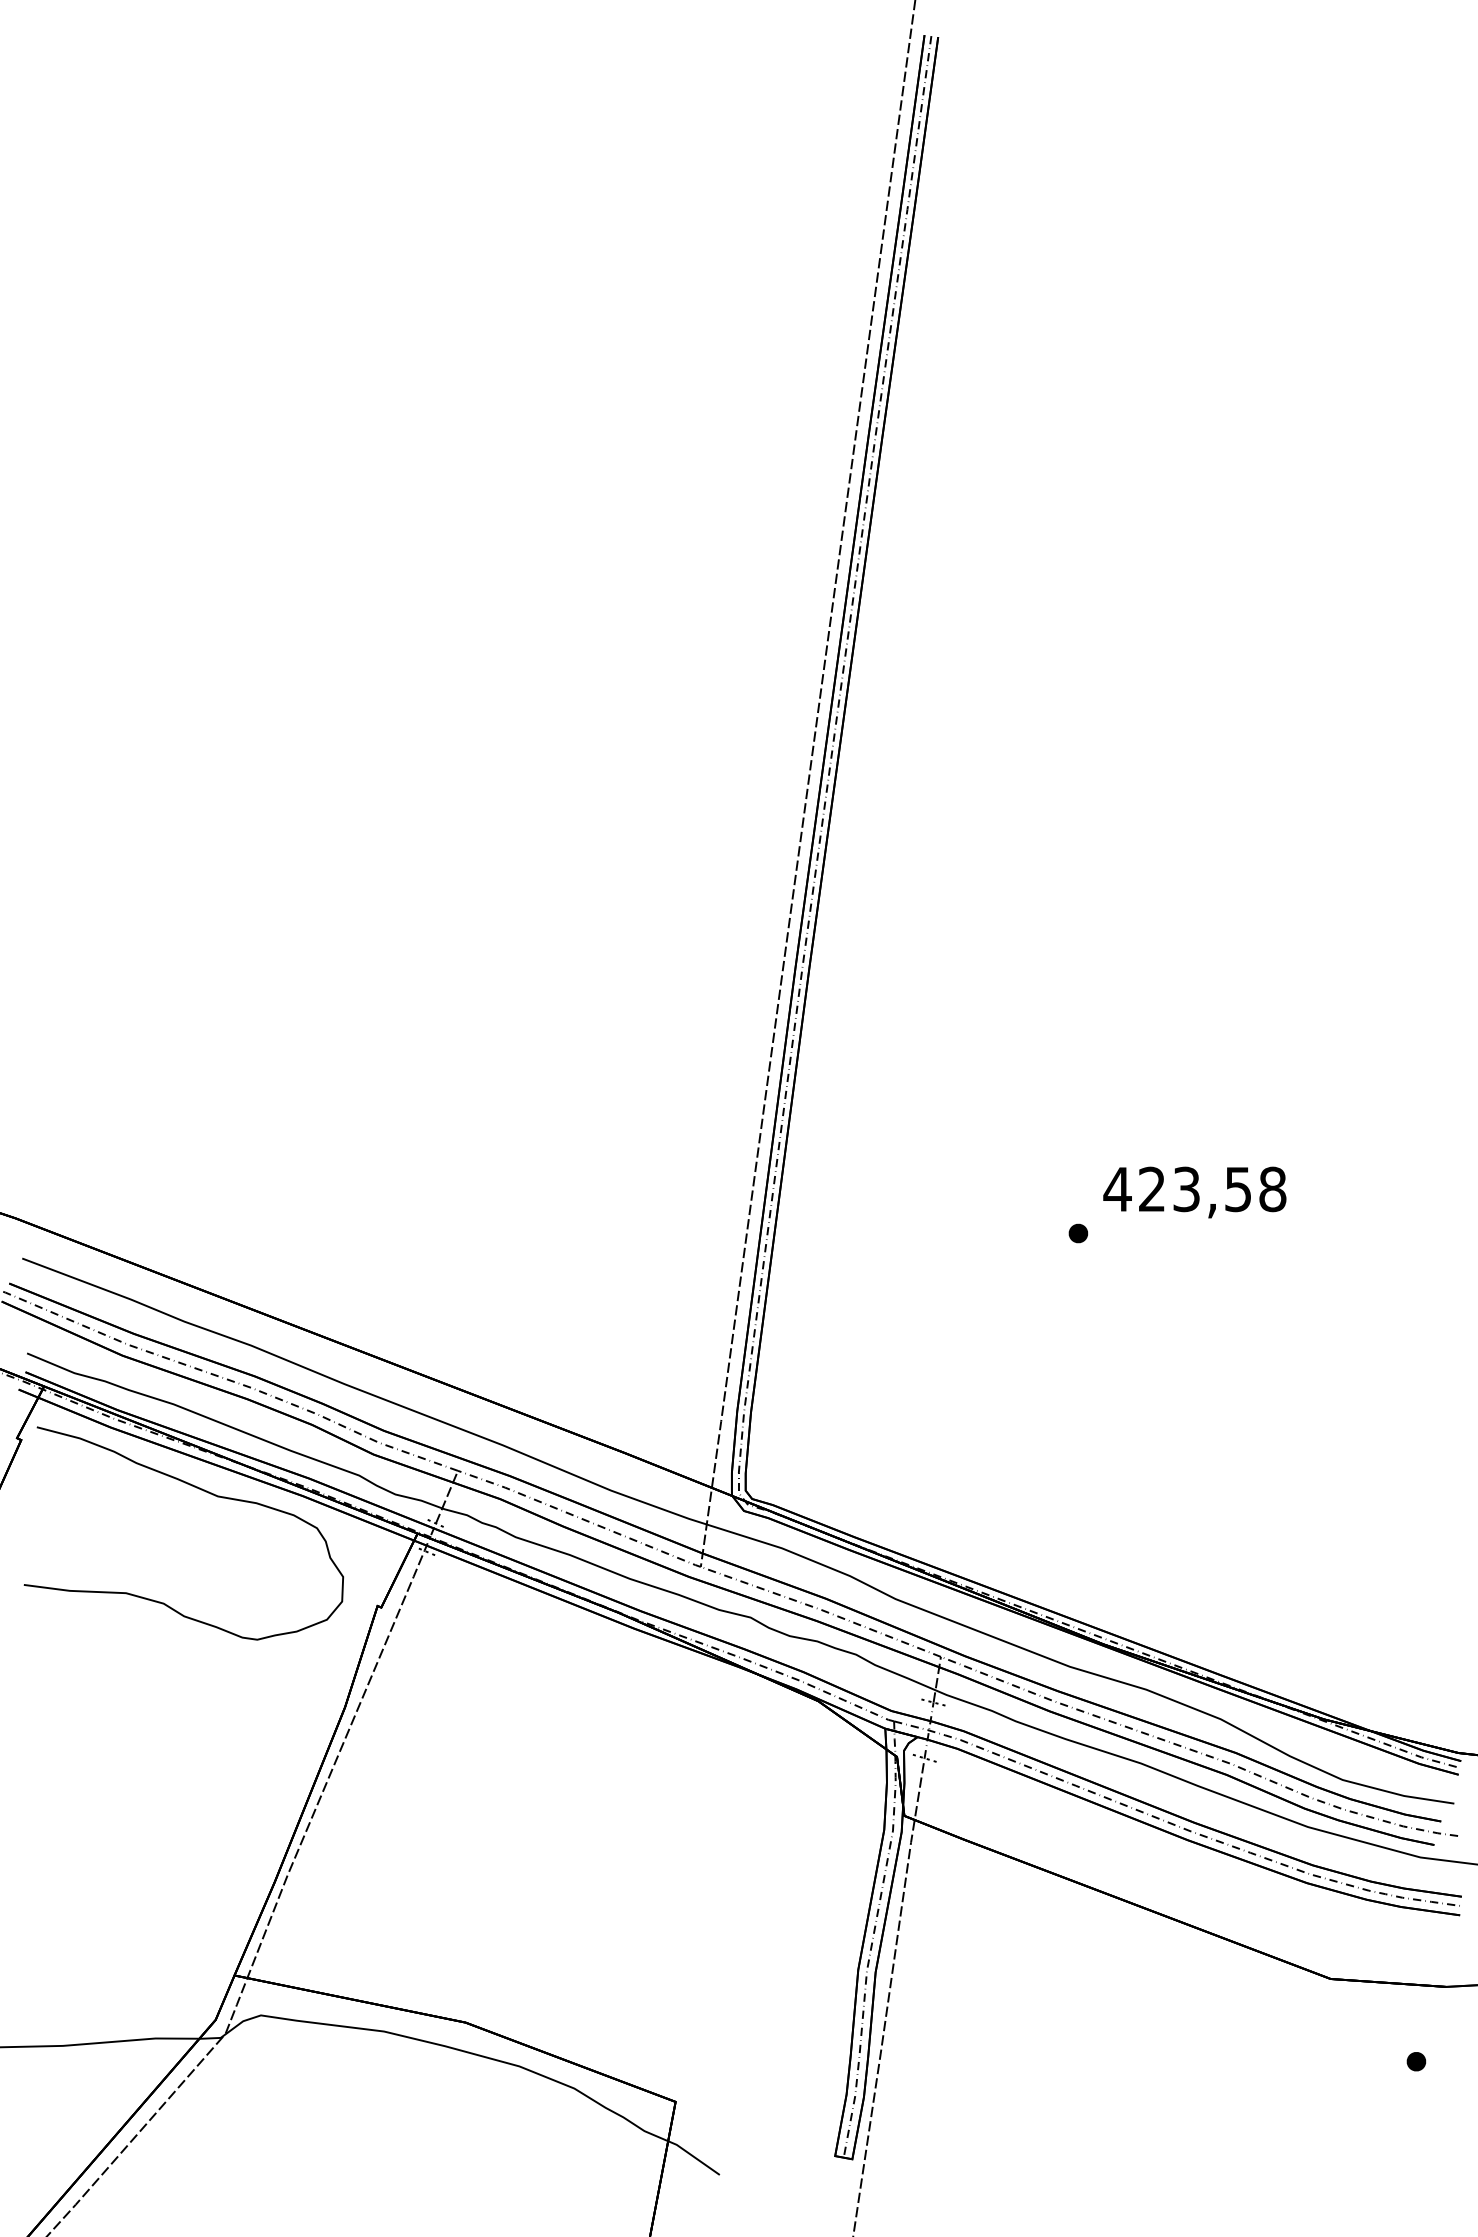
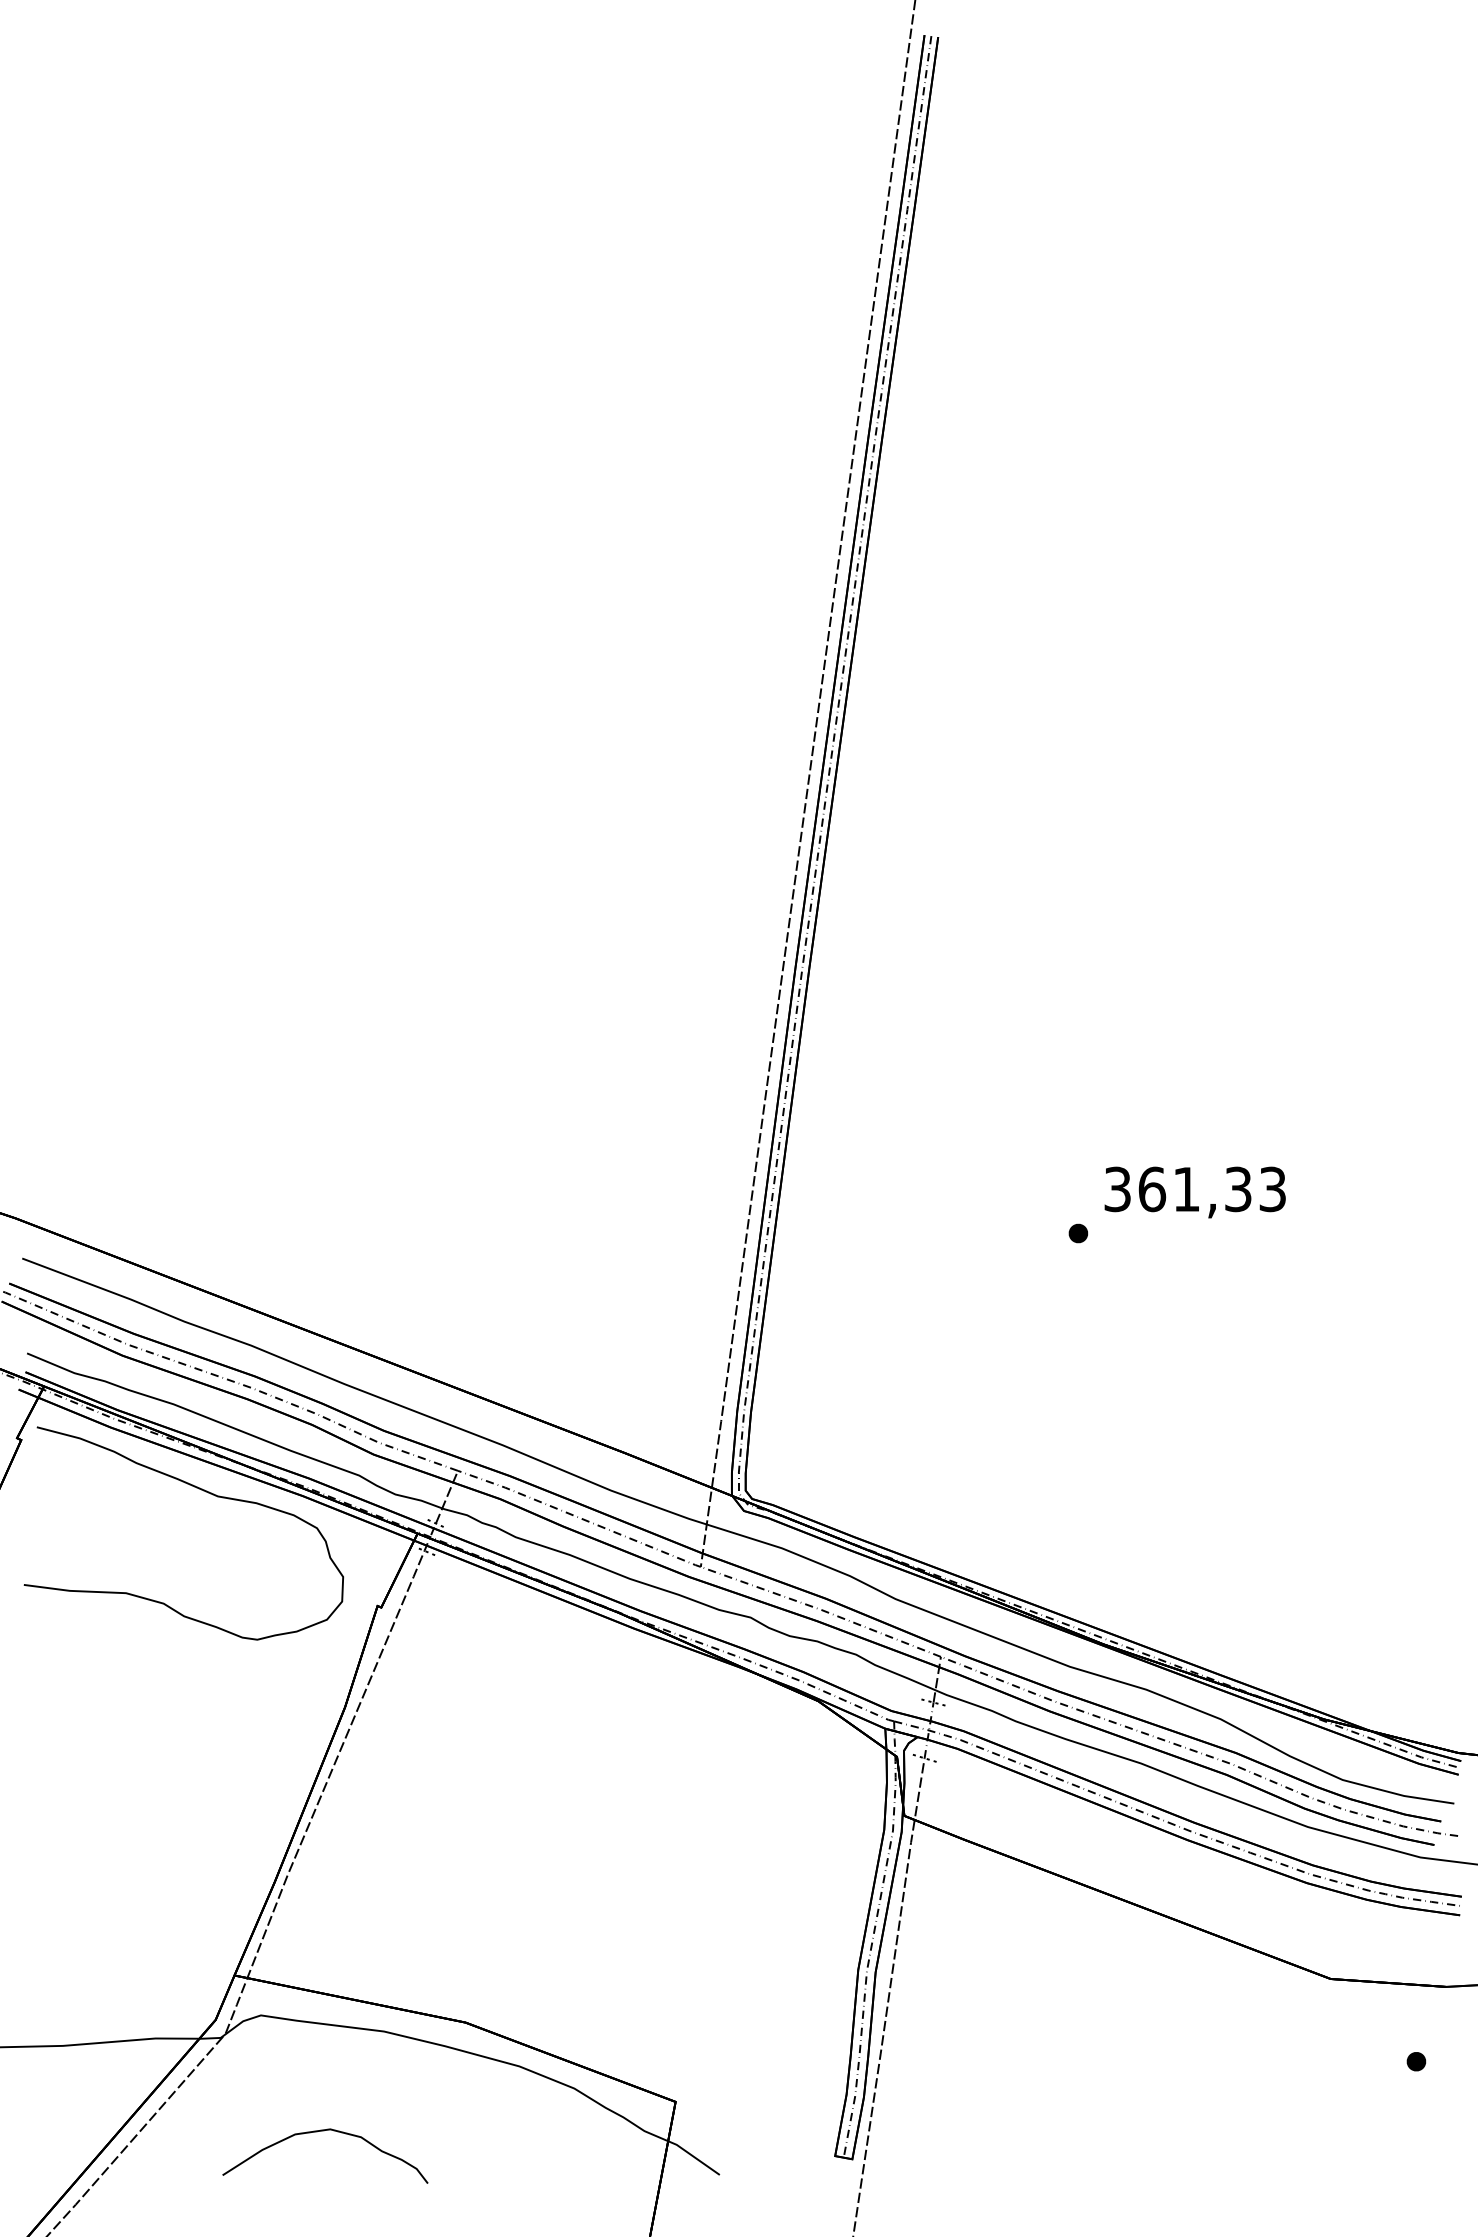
text at (1194, 1189): 423,58 -> 361,33
curve at (324, 2131): none -> present
